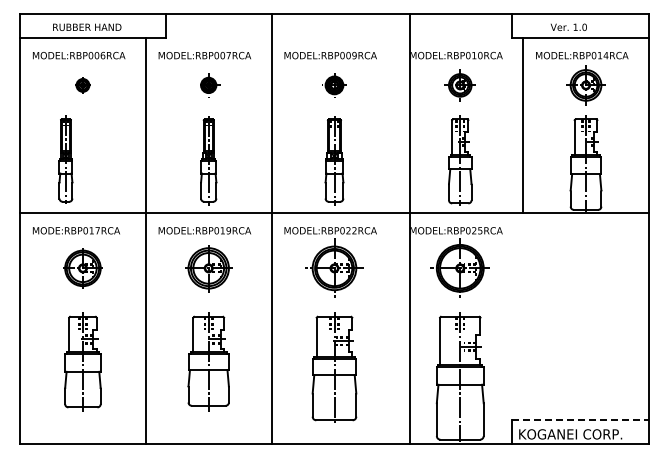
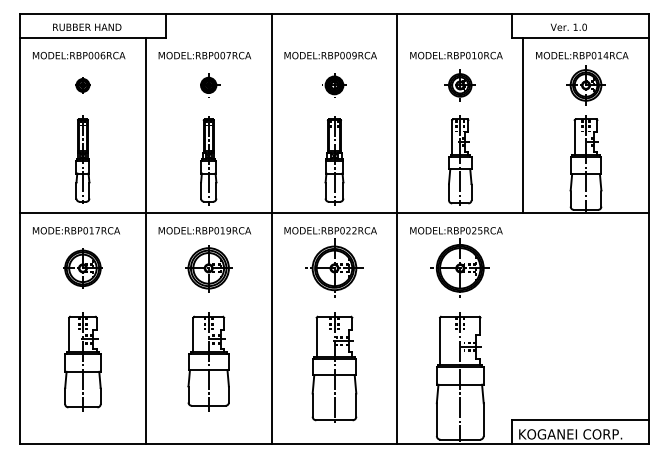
part at (65, 159) position: (65, 159) -> (82, 159)
line at (410, 228) position: (410, 228) -> (397, 228)
line at (580, 419): dashed -> solid
